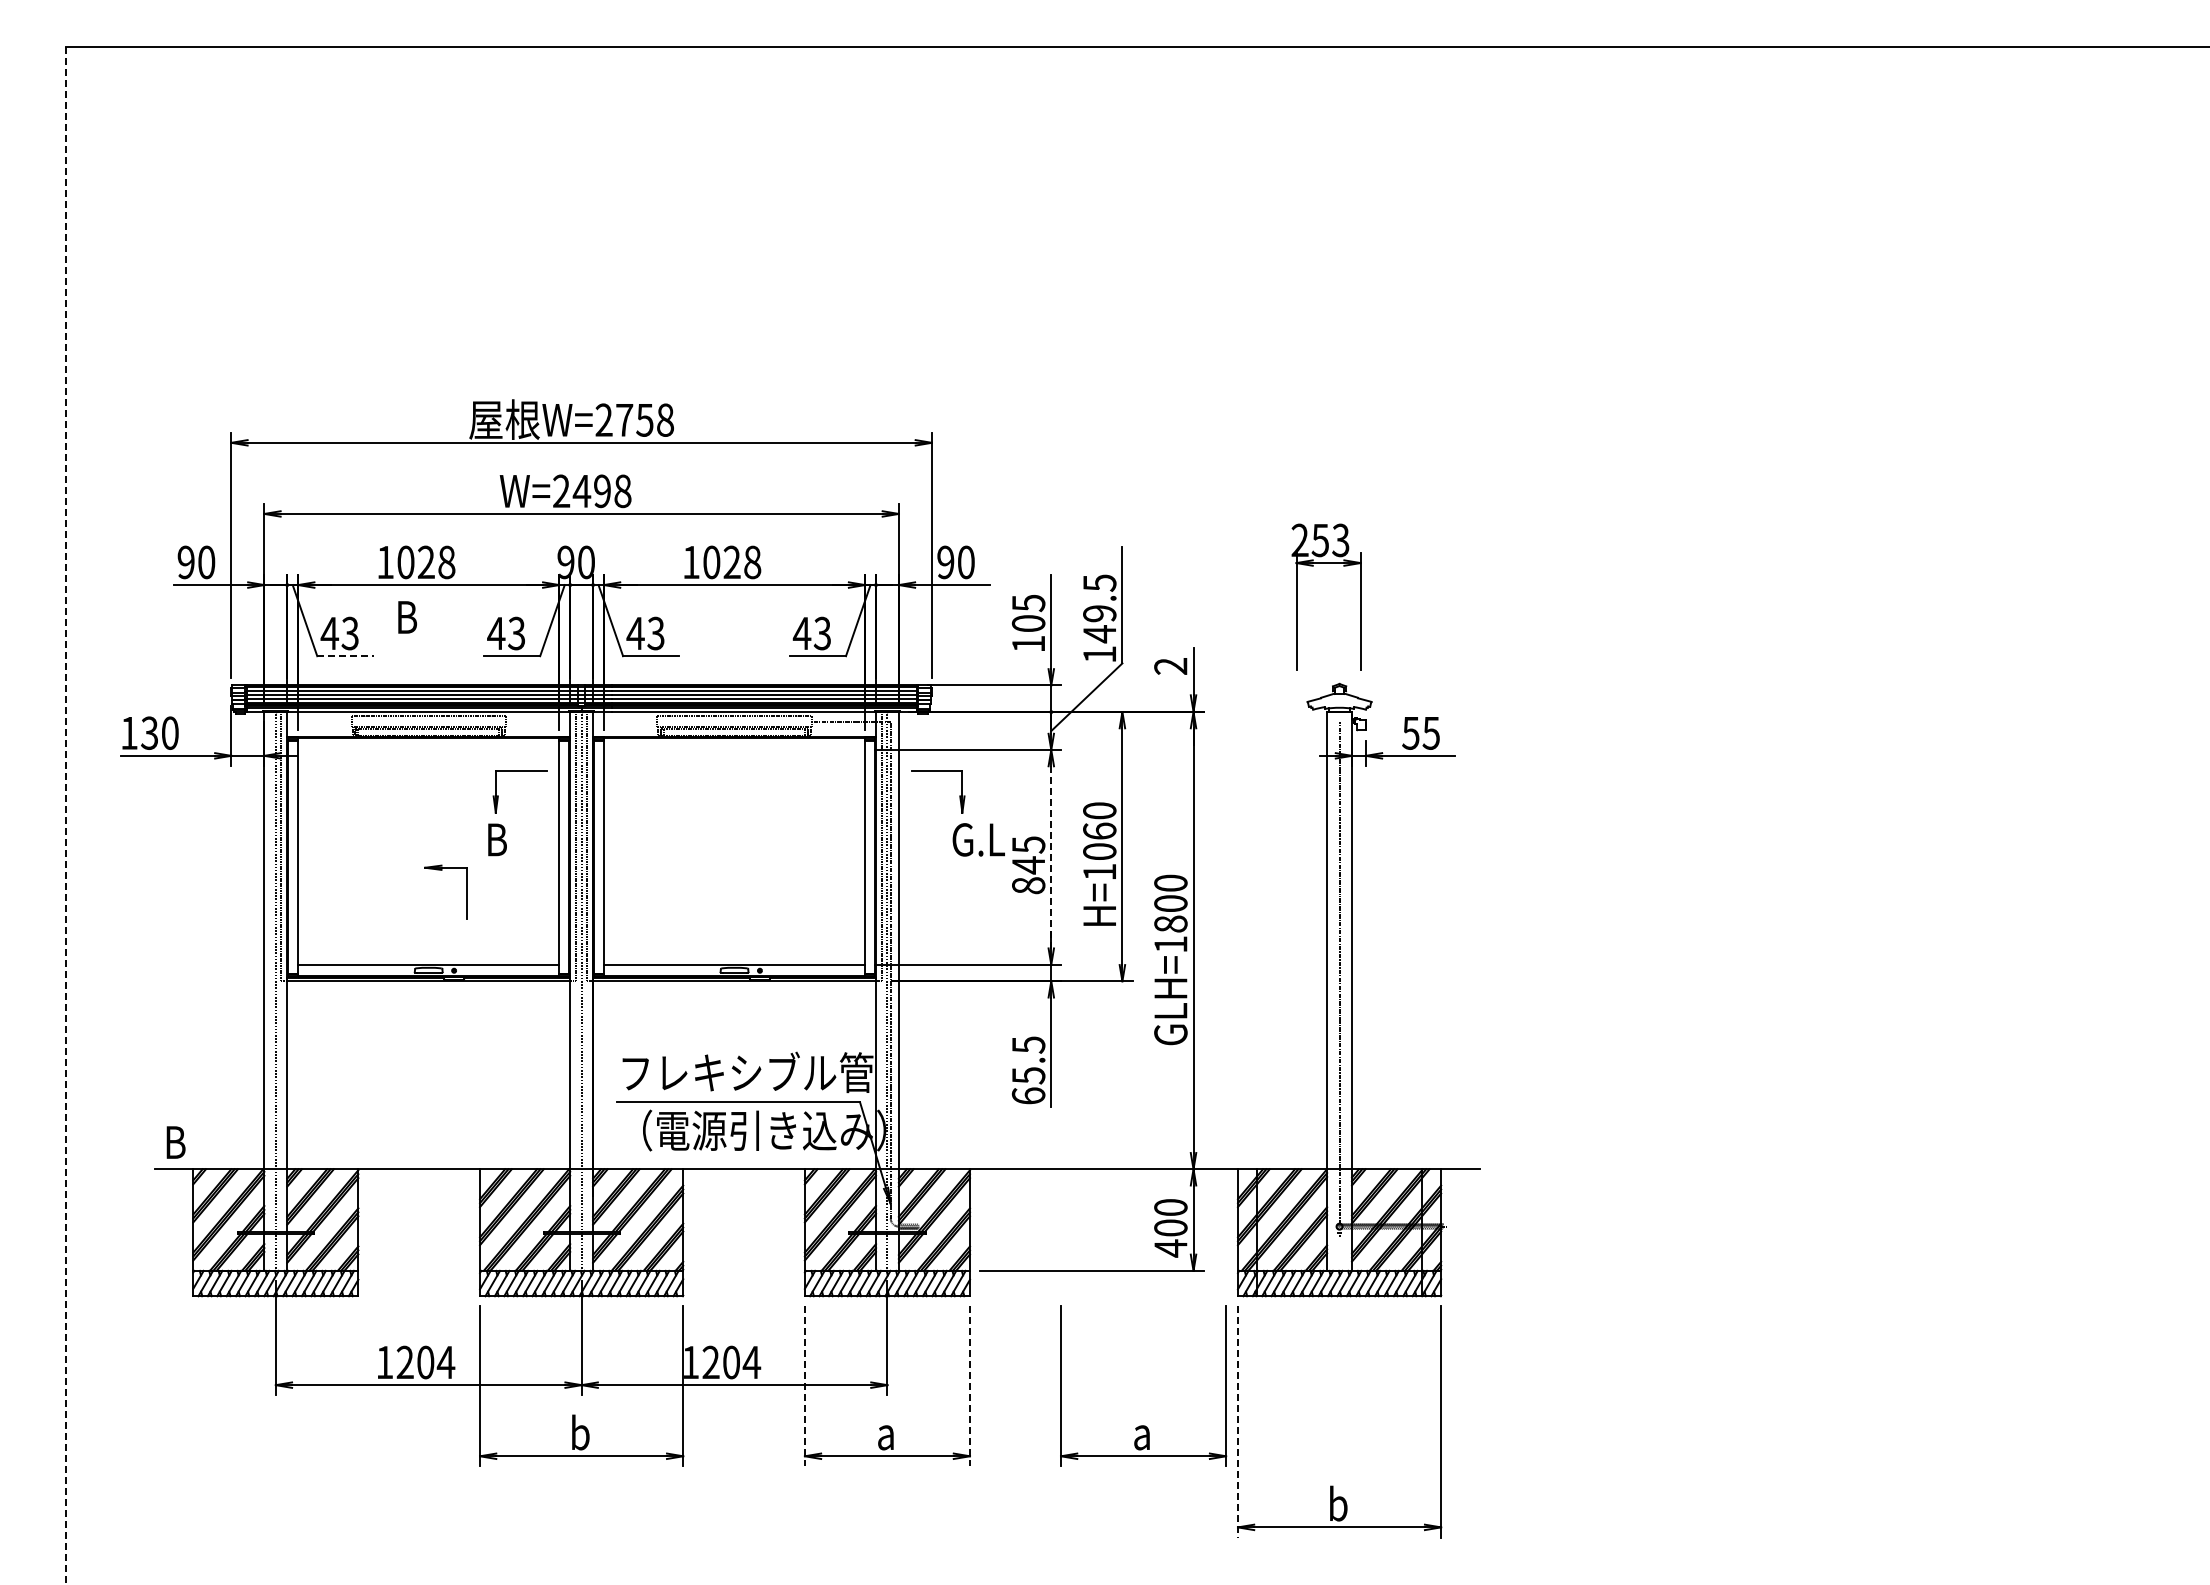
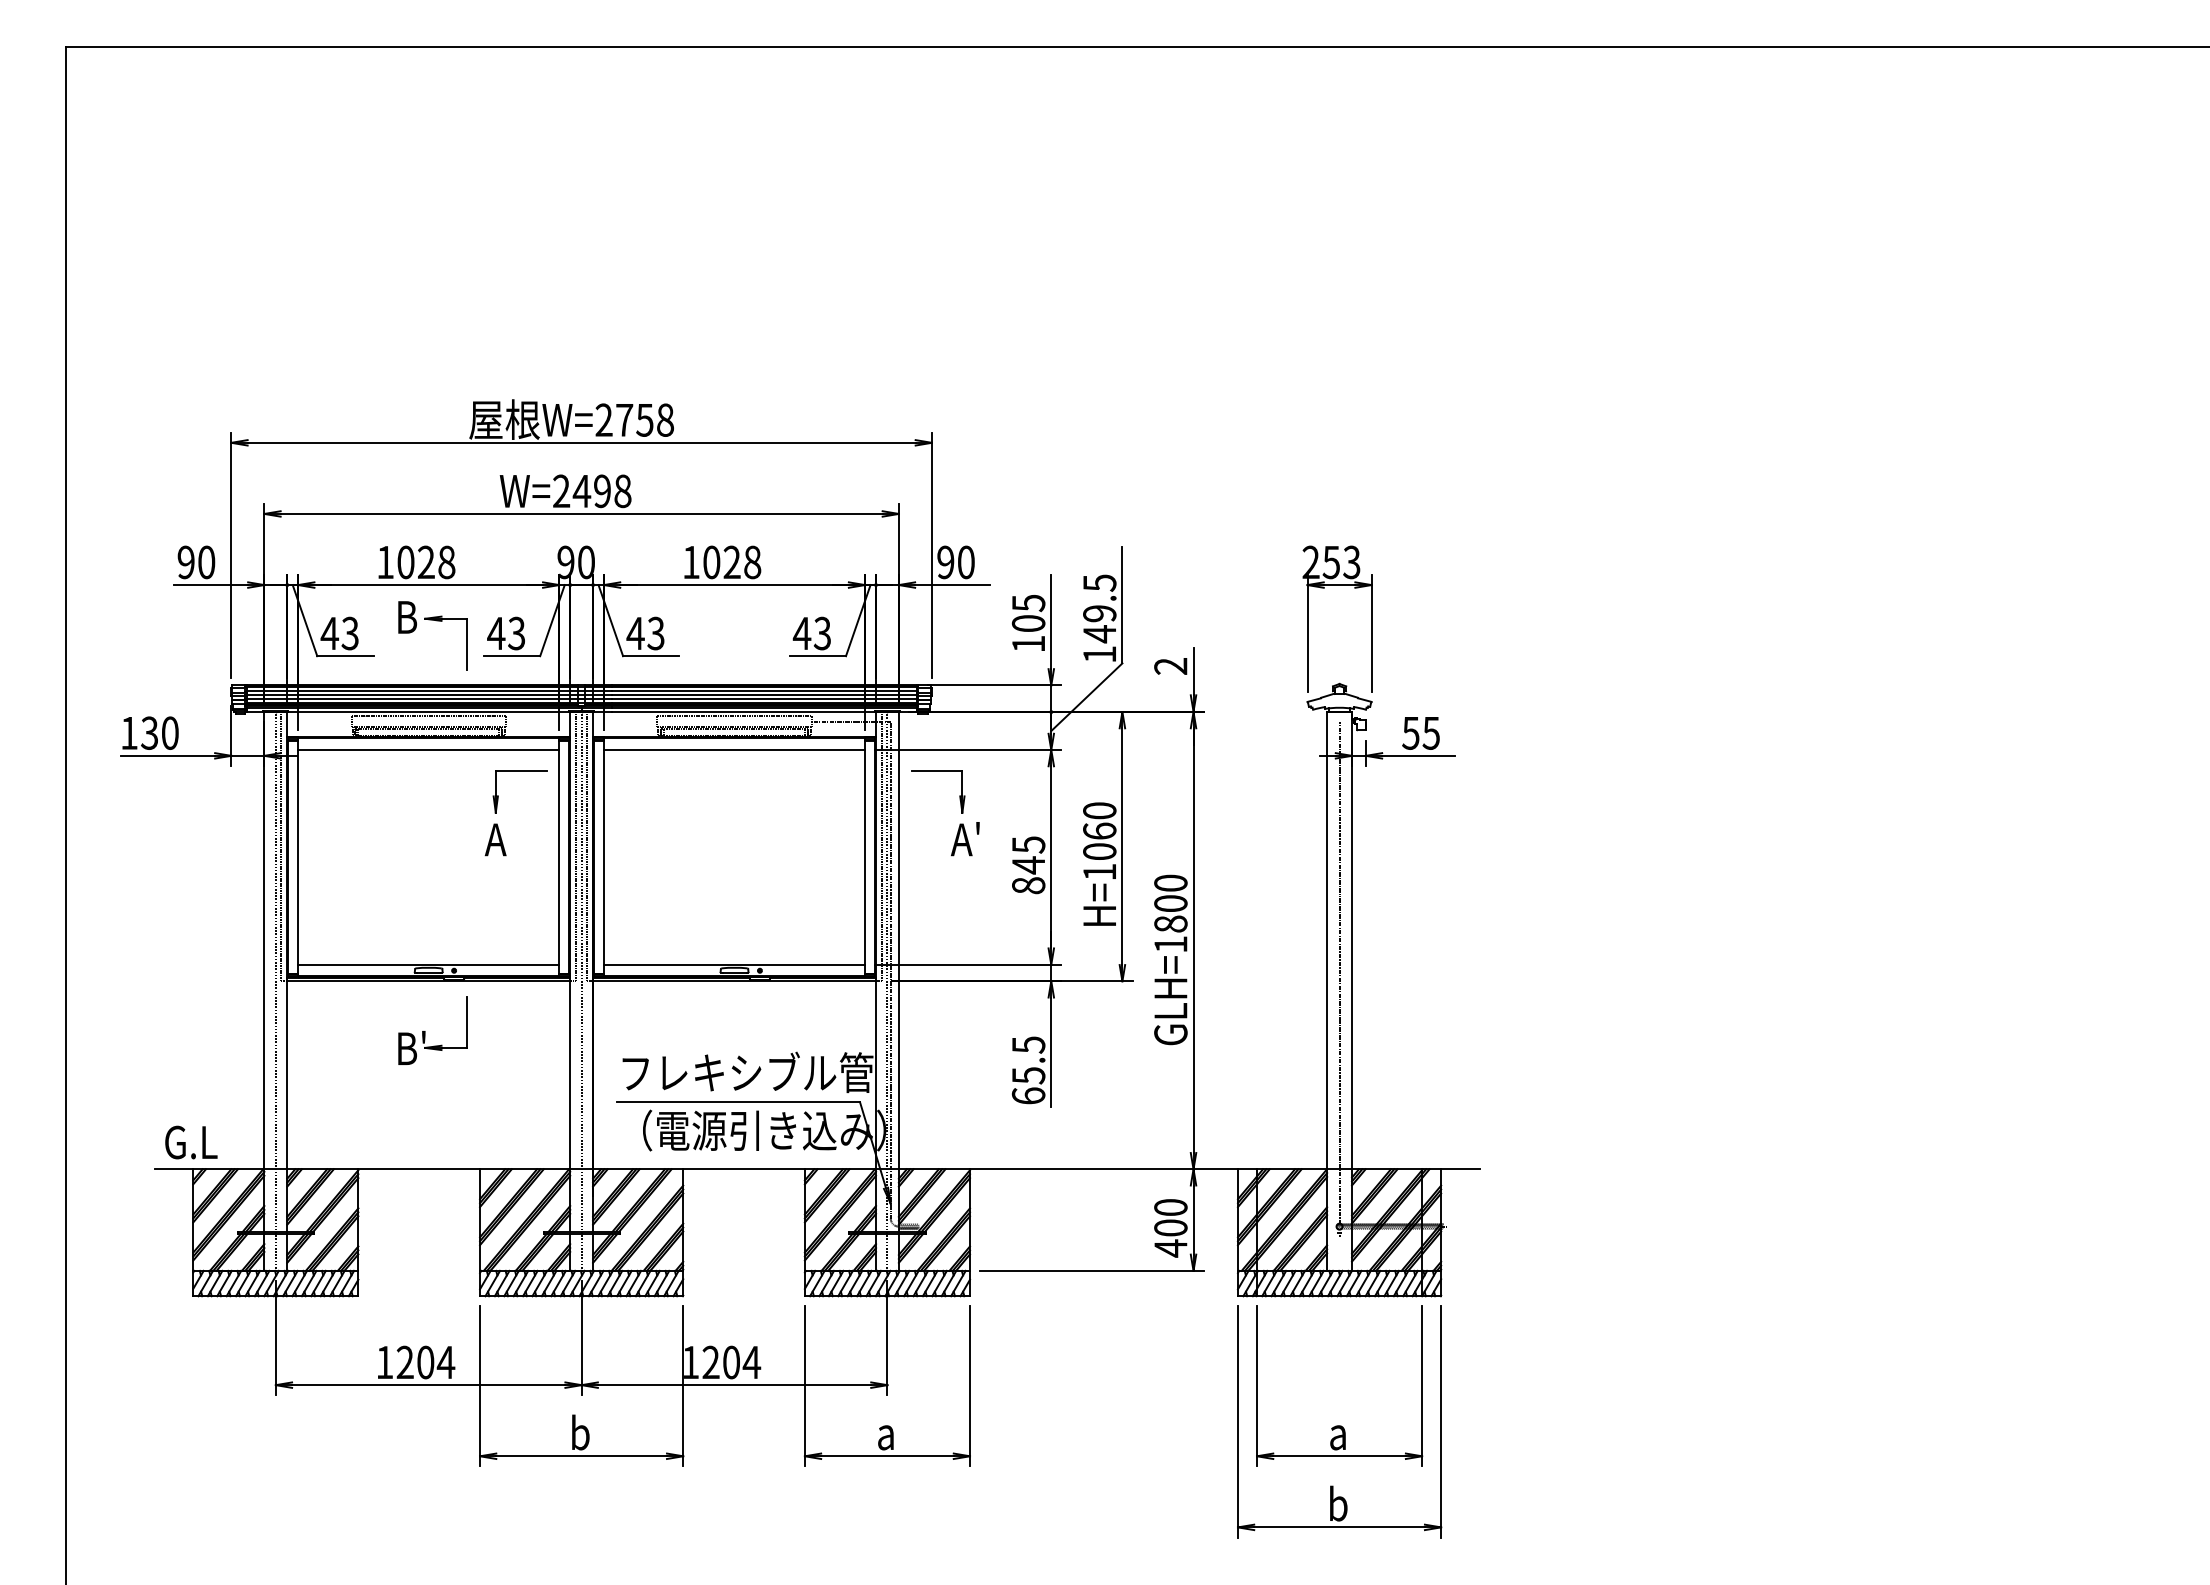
part at (1297, 596) position: (1297, 596) -> (1308, 618)
line at (345, 656): dashed -> solid
line at (428, 750): none -> present
line at (734, 750): none -> present
line at (66, 816): dashed -> solid
text at (495, 839): B -> A
text at (977, 839): G.L -> A'
line at (1051, 857): dashed -> solid
part at (466, 891) position: (466, 891) -> (466, 642)
part at (425, 1031): none -> present
text at (191, 1142): B -> G.L
line at (804, 1386): dashed -> solid
line at (970, 1386): dashed -> solid
line at (1237, 1421): dashed -> solid
part at (1143, 1425) position: (1143, 1425) -> (1339, 1425)
